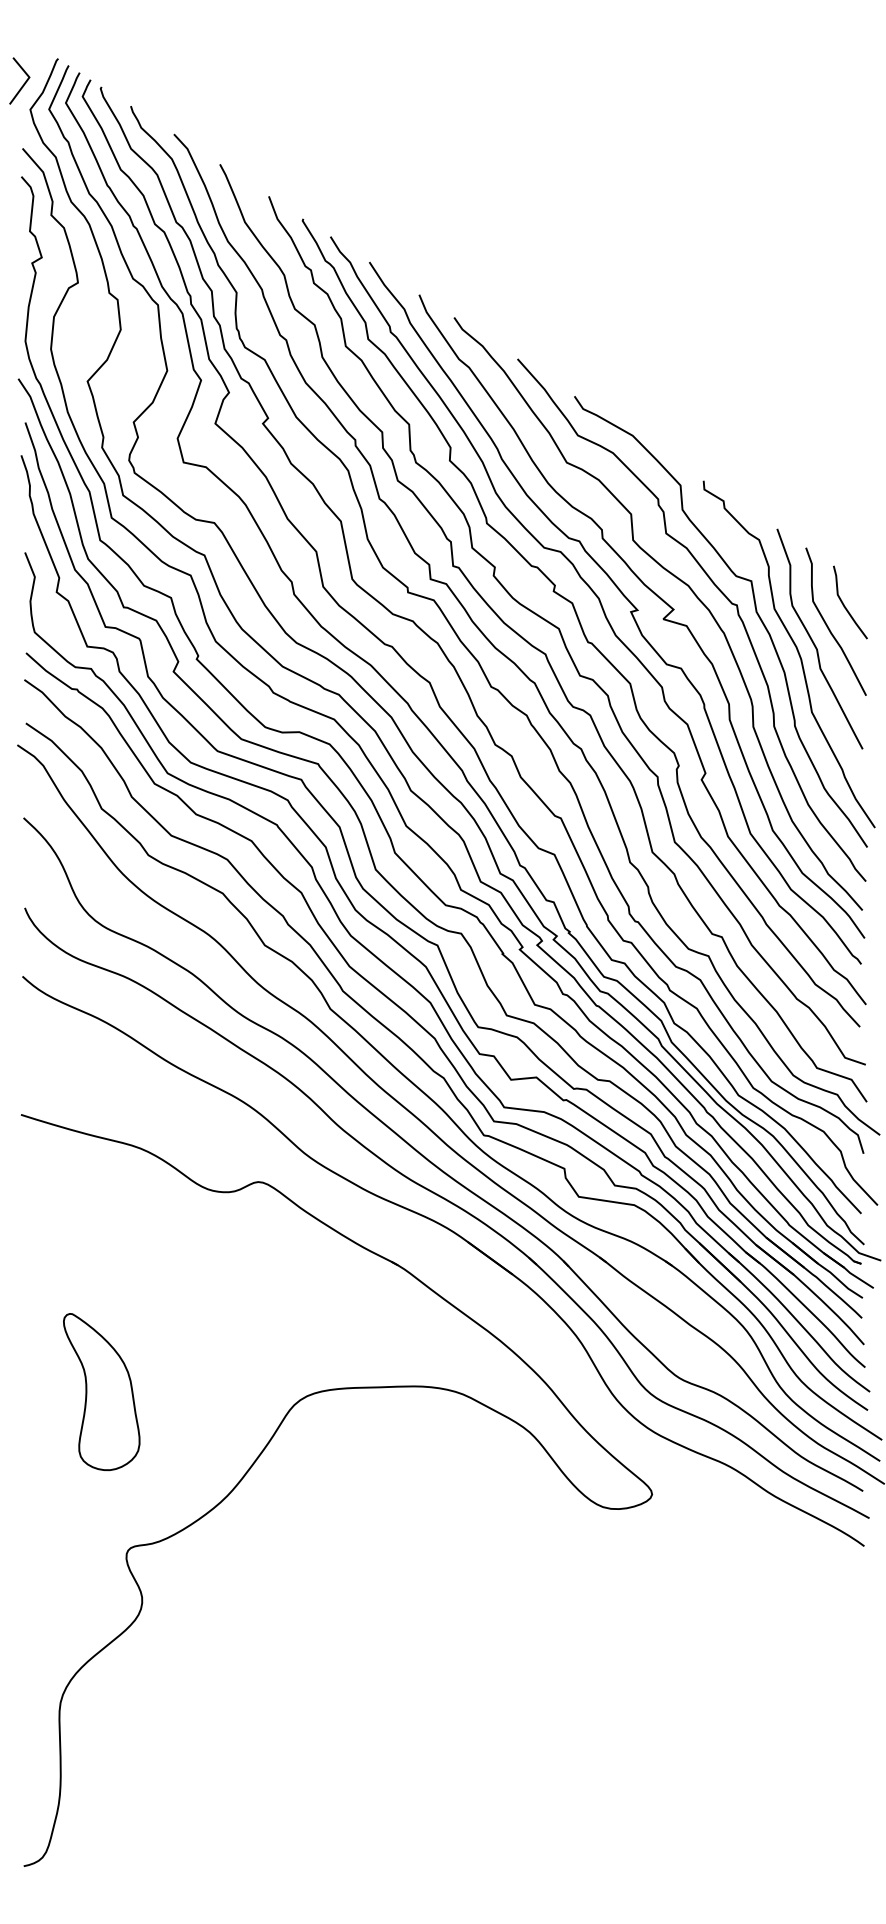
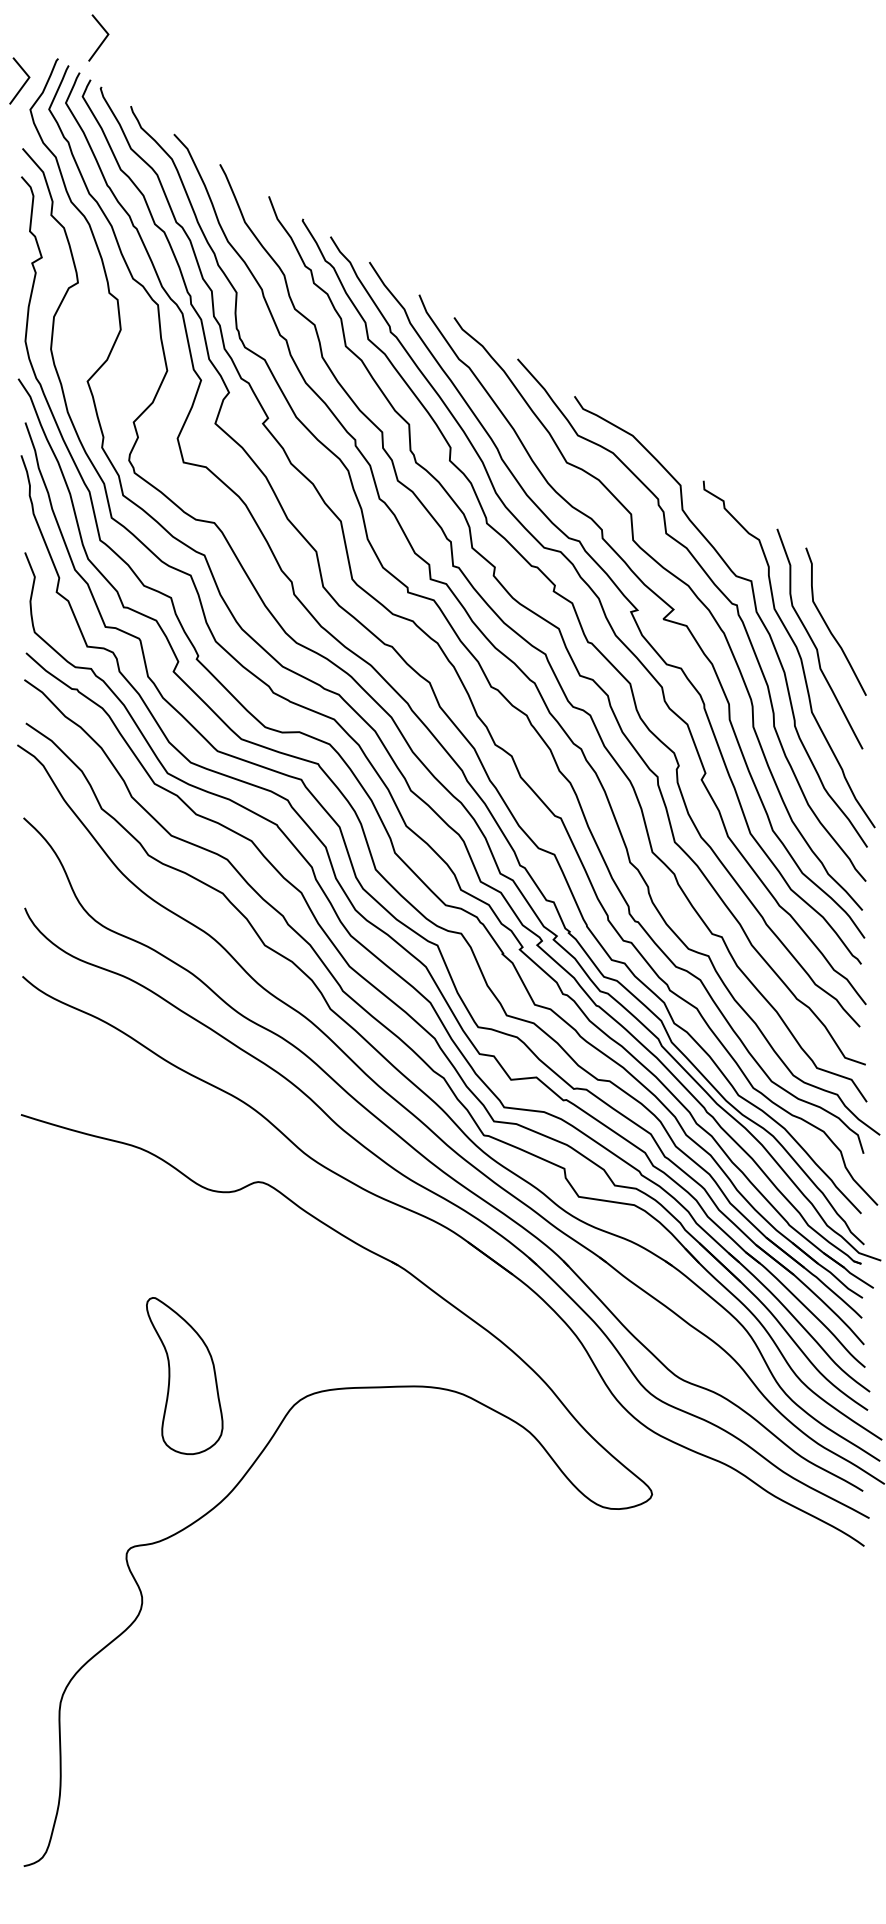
line at (102, 40): none -> present
curve at (844, 604): present -> none
part at (101, 1392) position: (101, 1392) -> (184, 1376)
